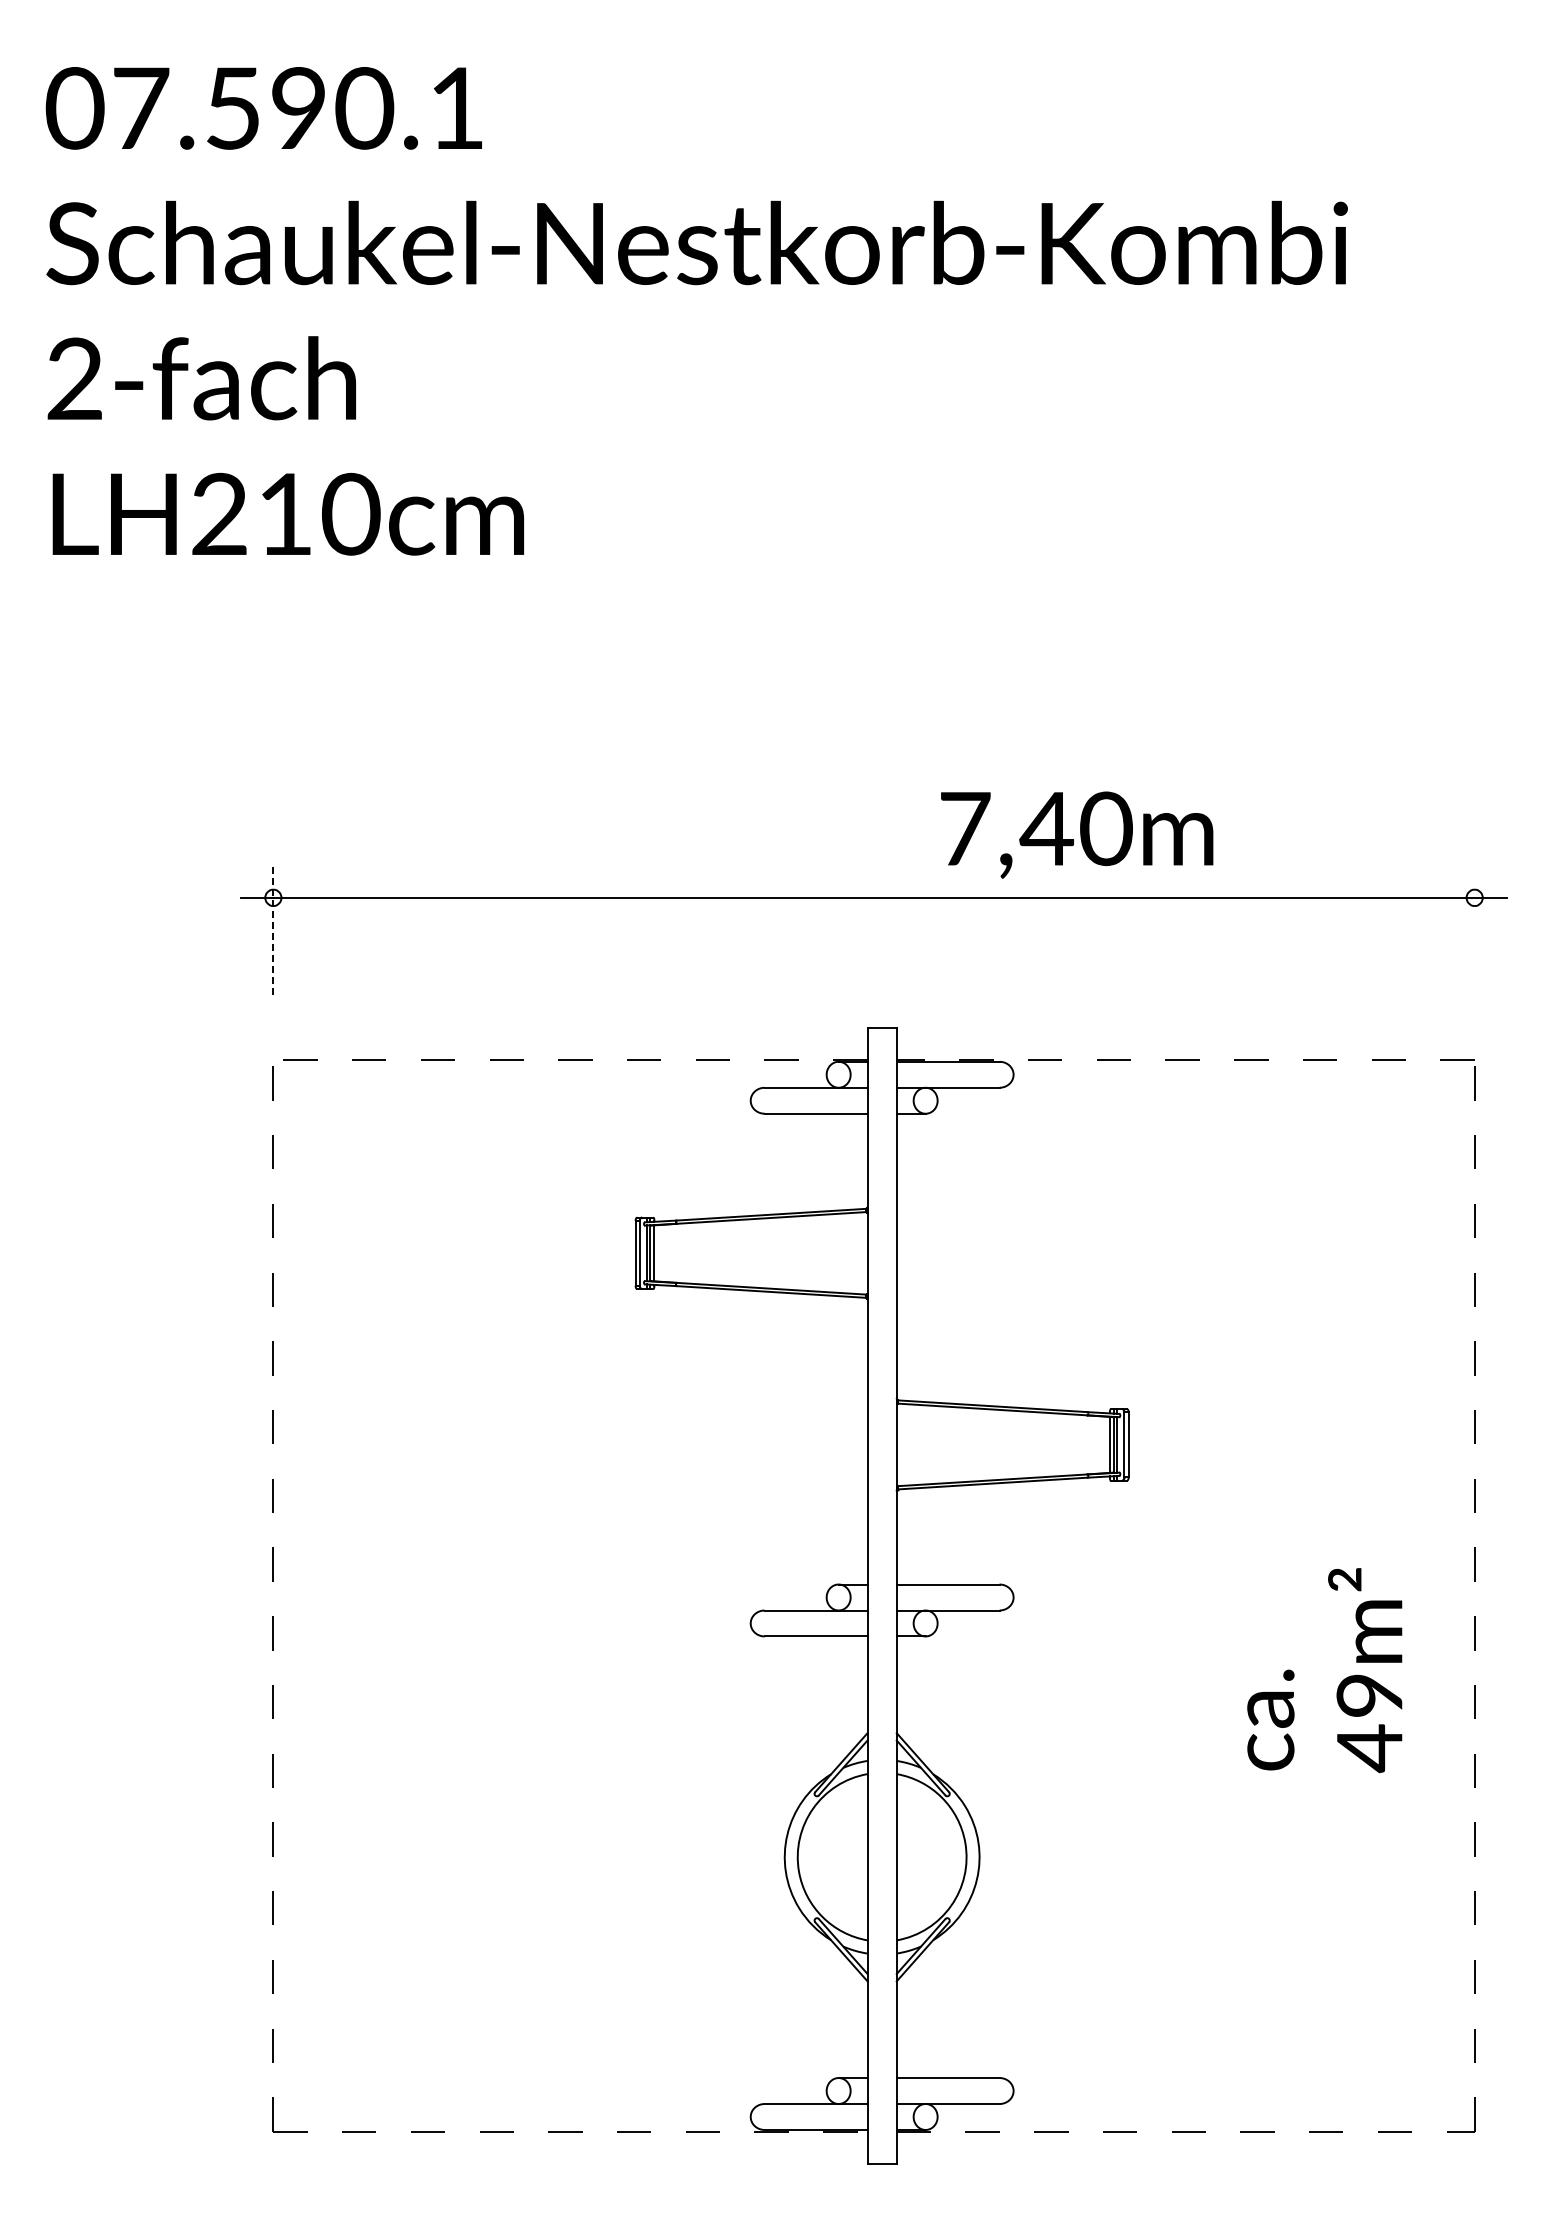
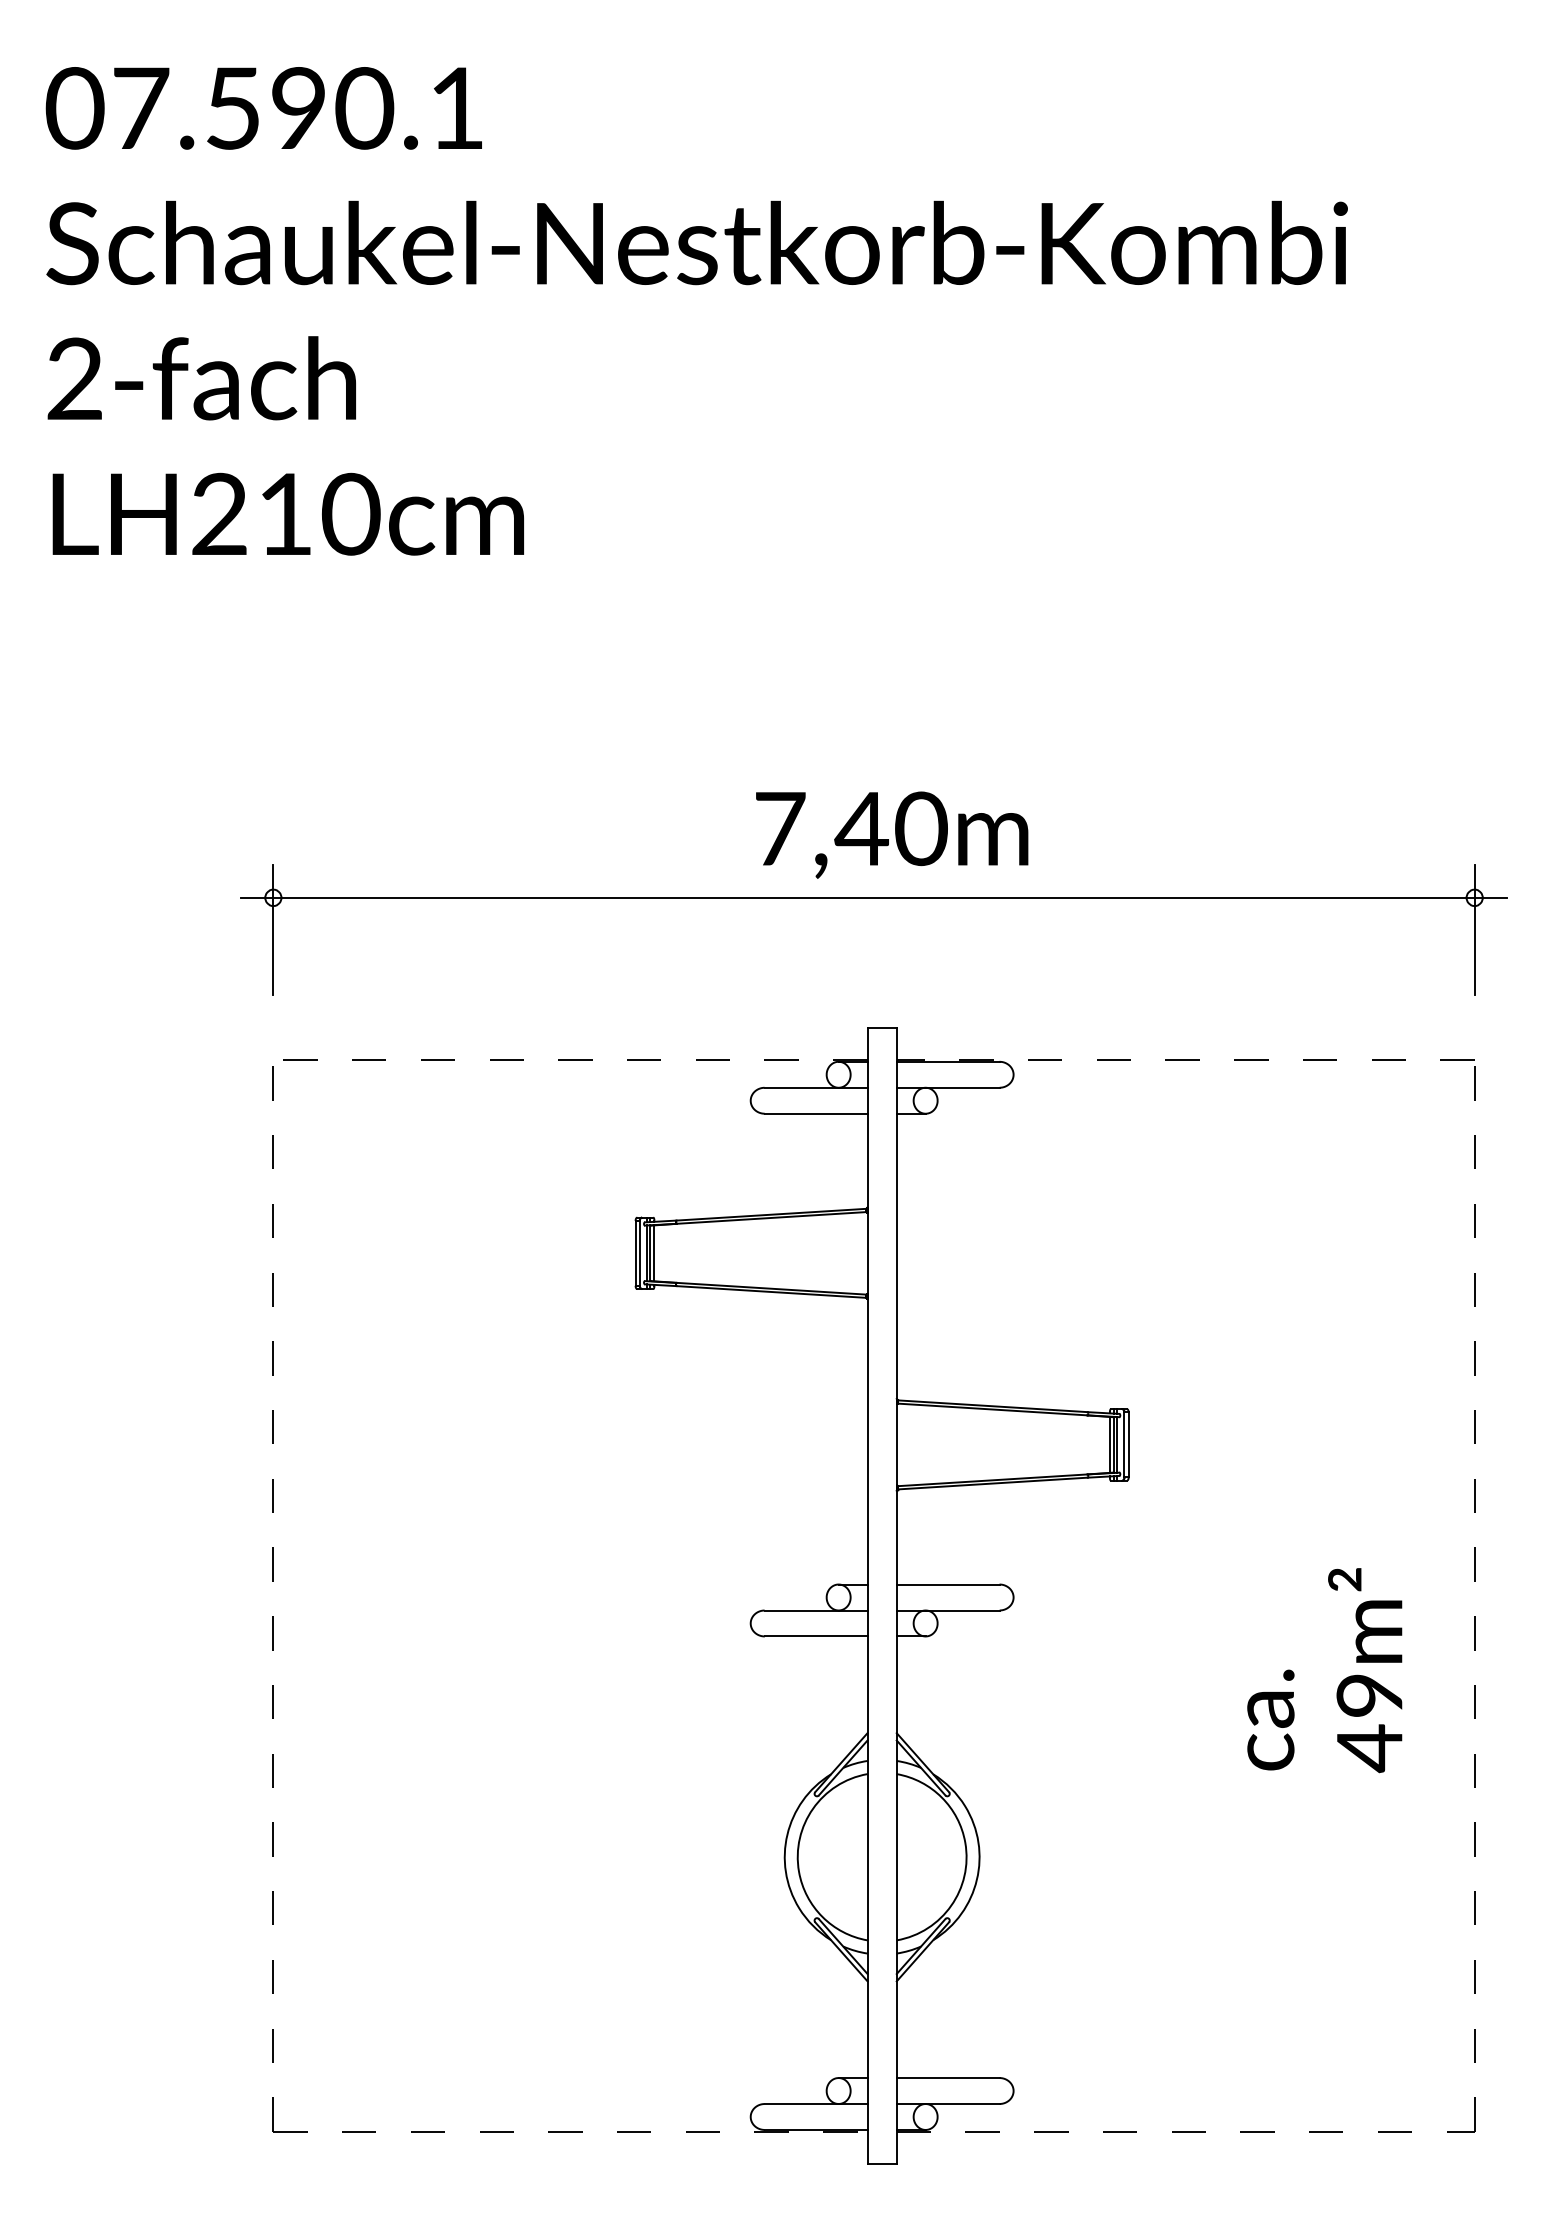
text at (1077, 834) position: (1077, 834) -> (892, 834)
line at (273, 930): dashed -> solid
line at (1474, 930): none -> present
